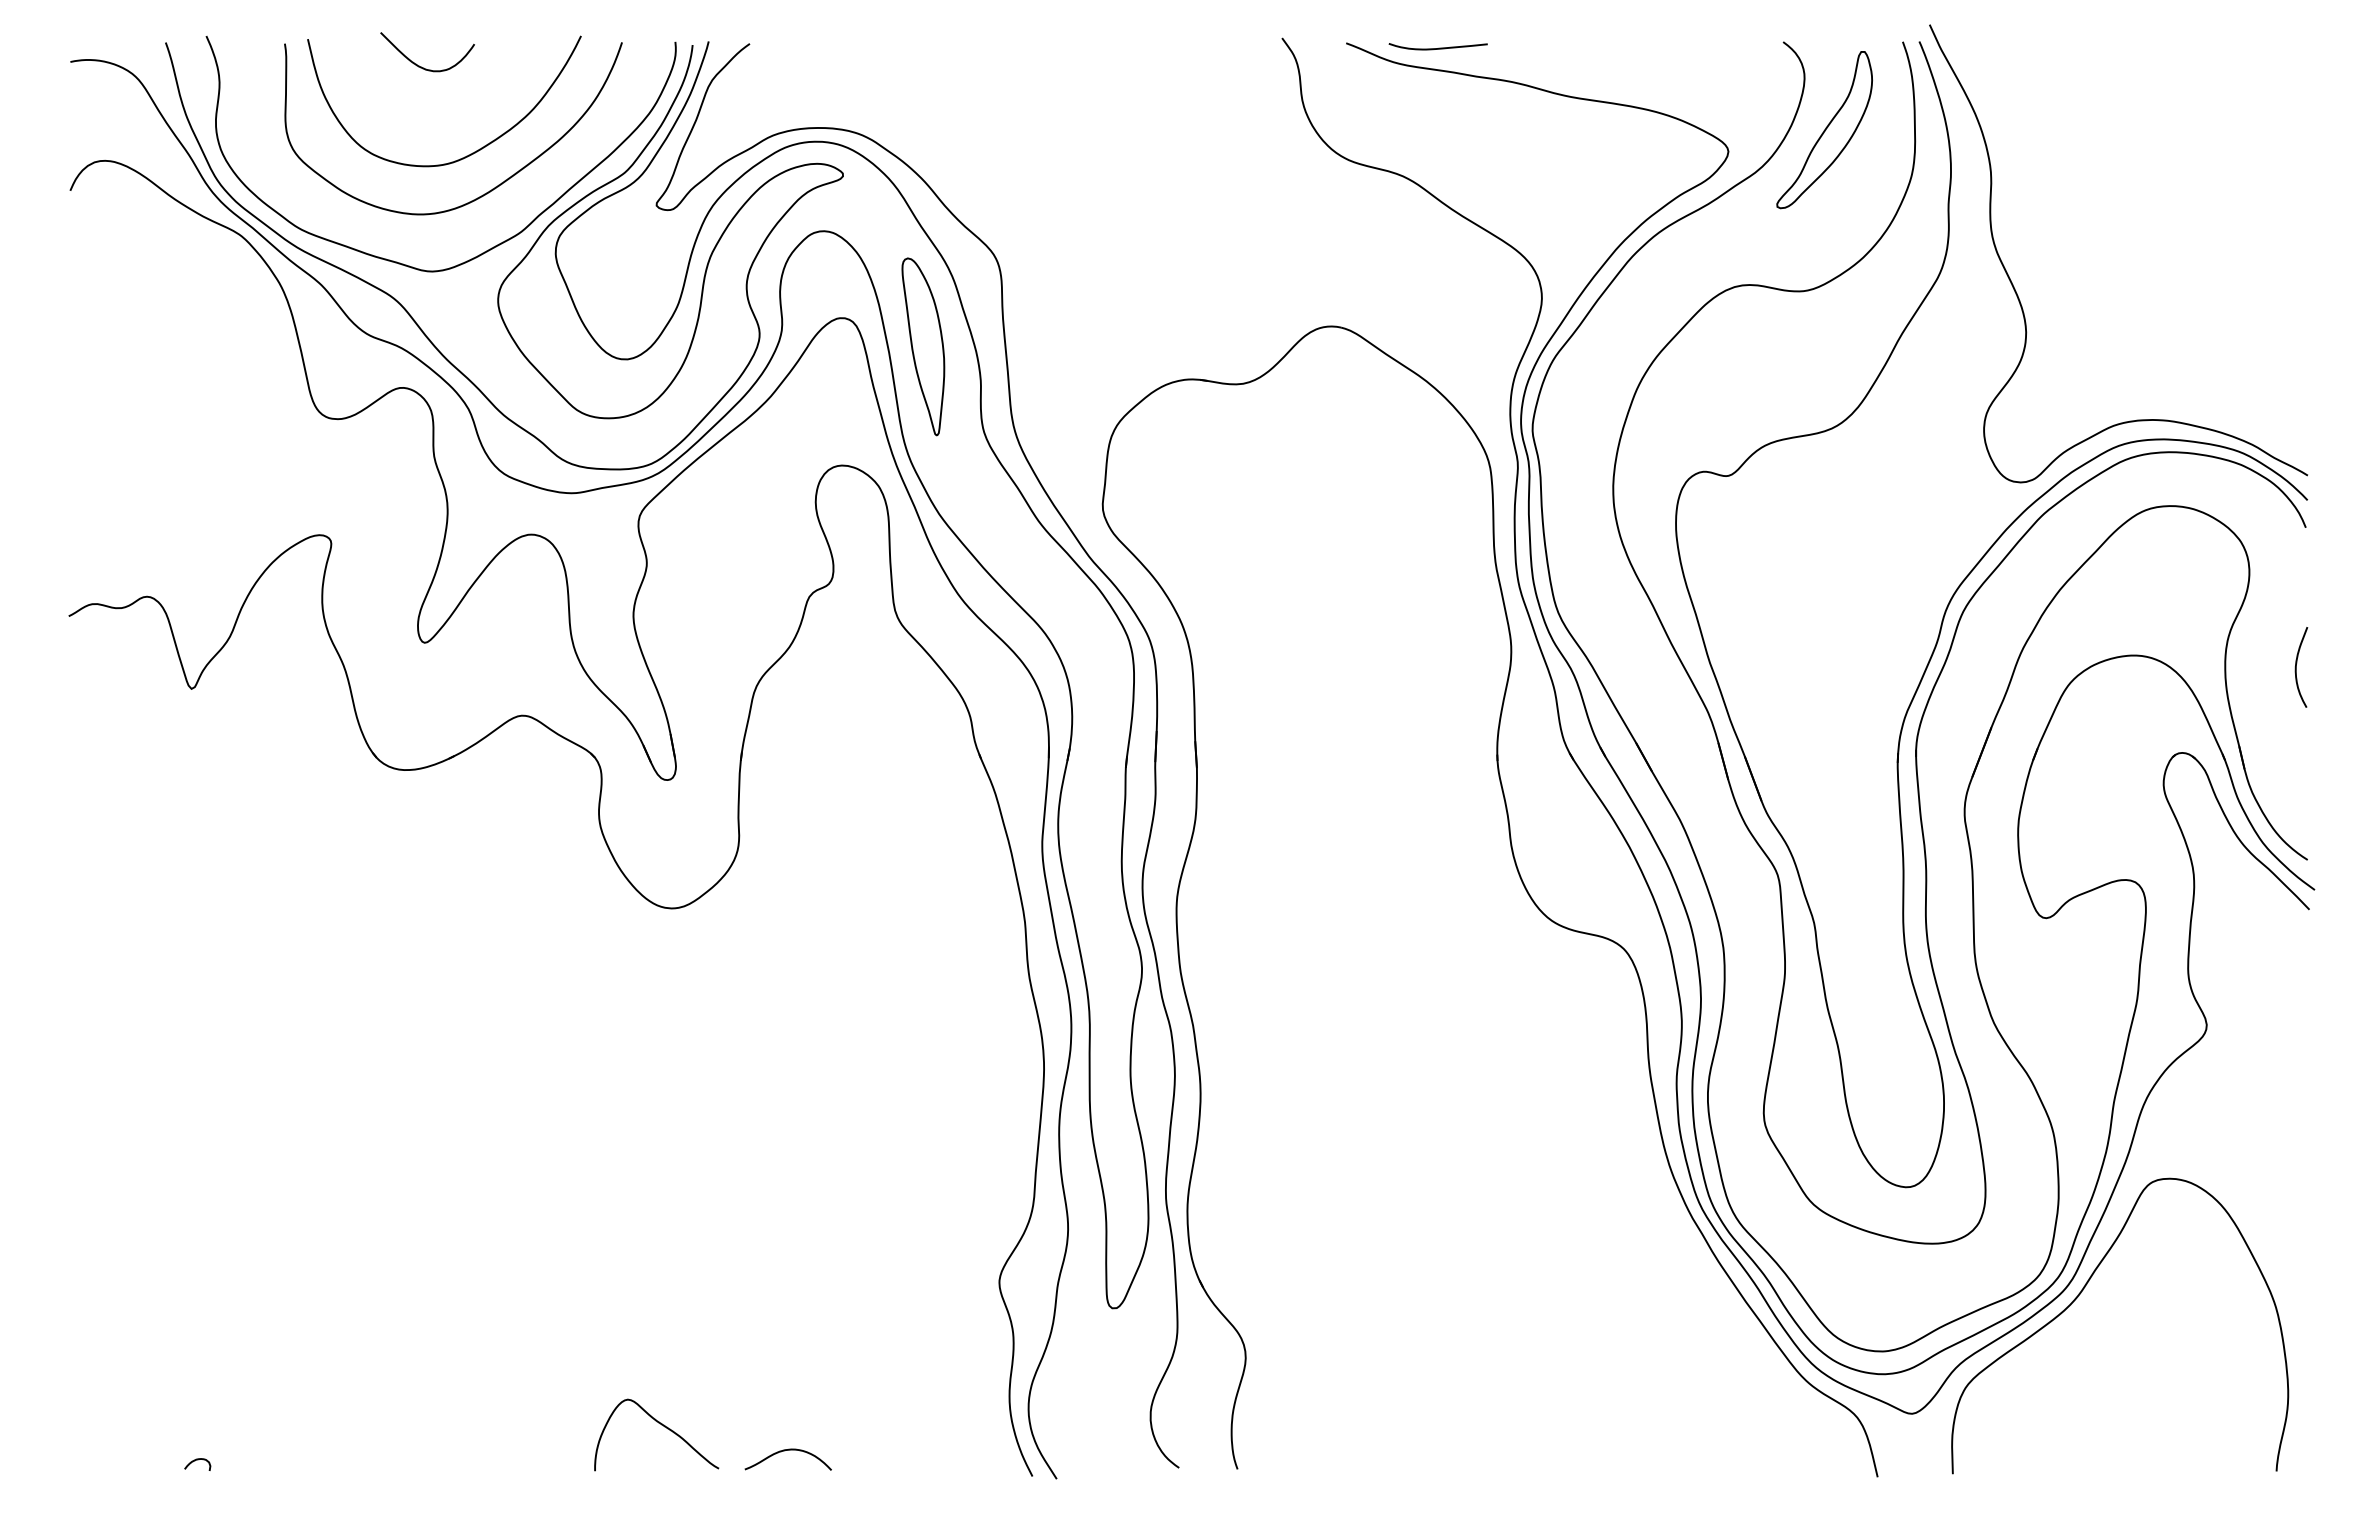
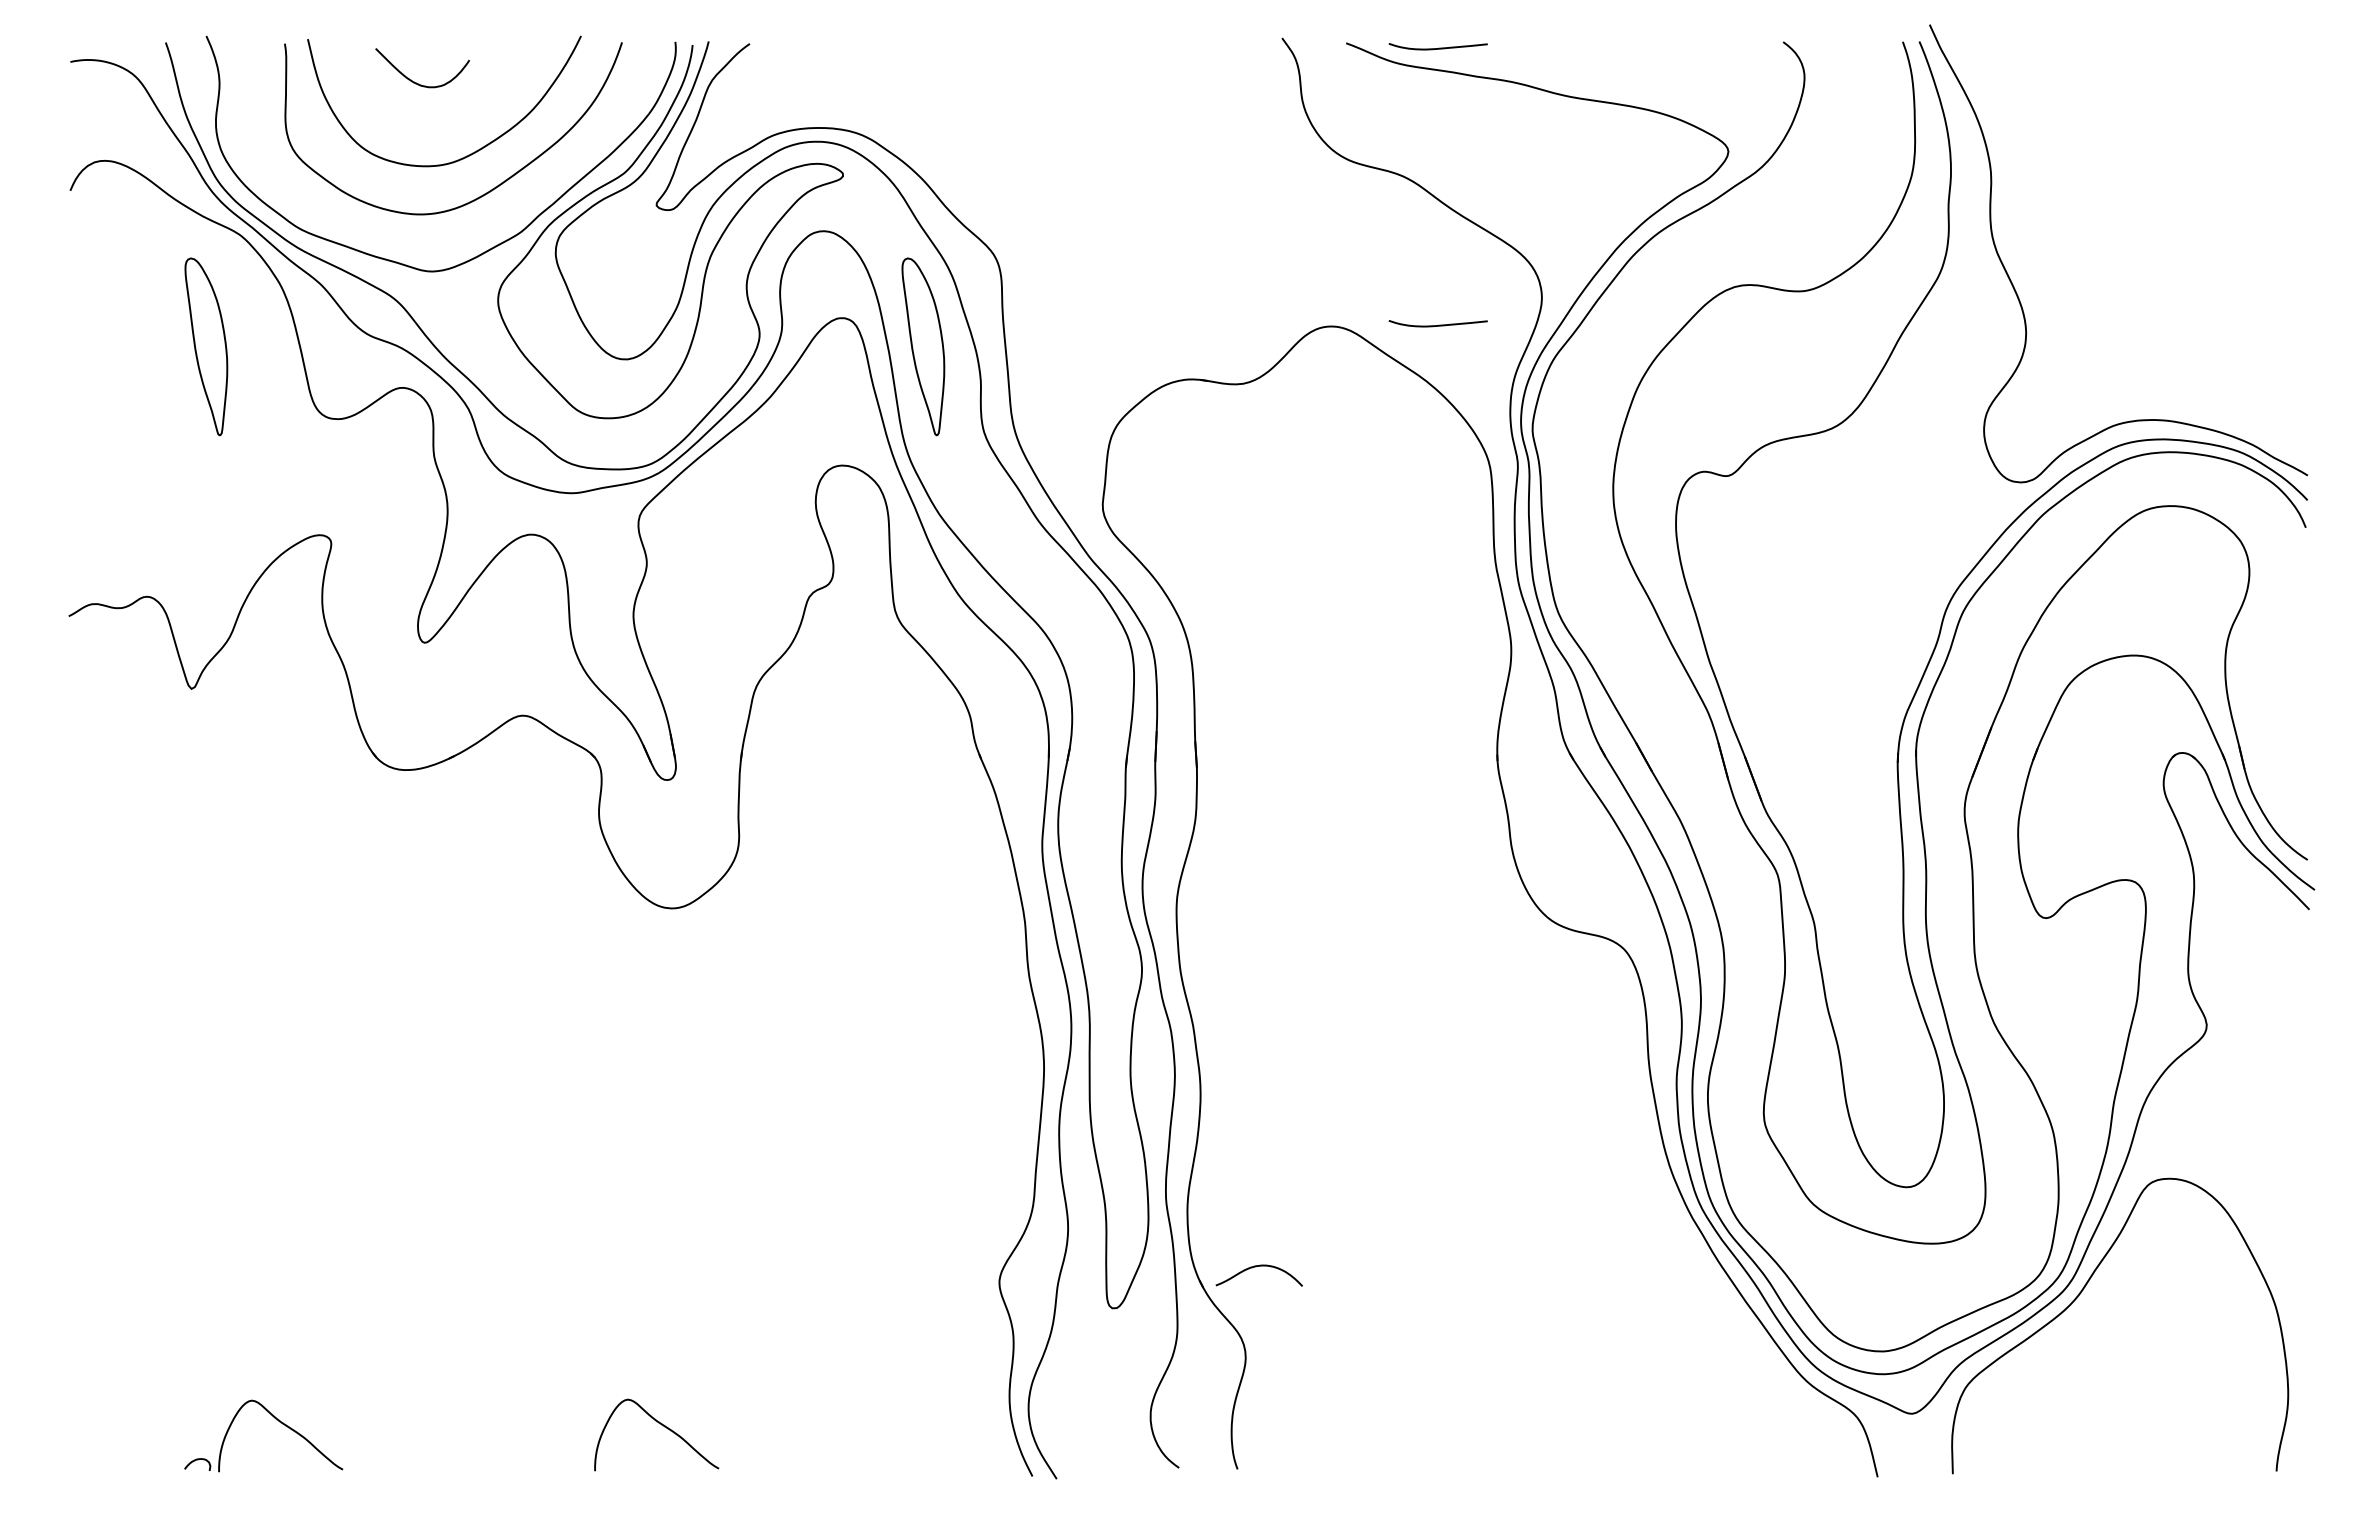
curve at (421, 66) position: (421, 66) -> (416, 82)
part at (1824, 130): present -> none
curve at (1438, 324): none -> present
part at (206, 346): none -> present
curve at (2296, 667): present -> none
curve at (285, 1426): none -> present
curve at (784, 1451) position: (784, 1451) -> (1255, 1267)
